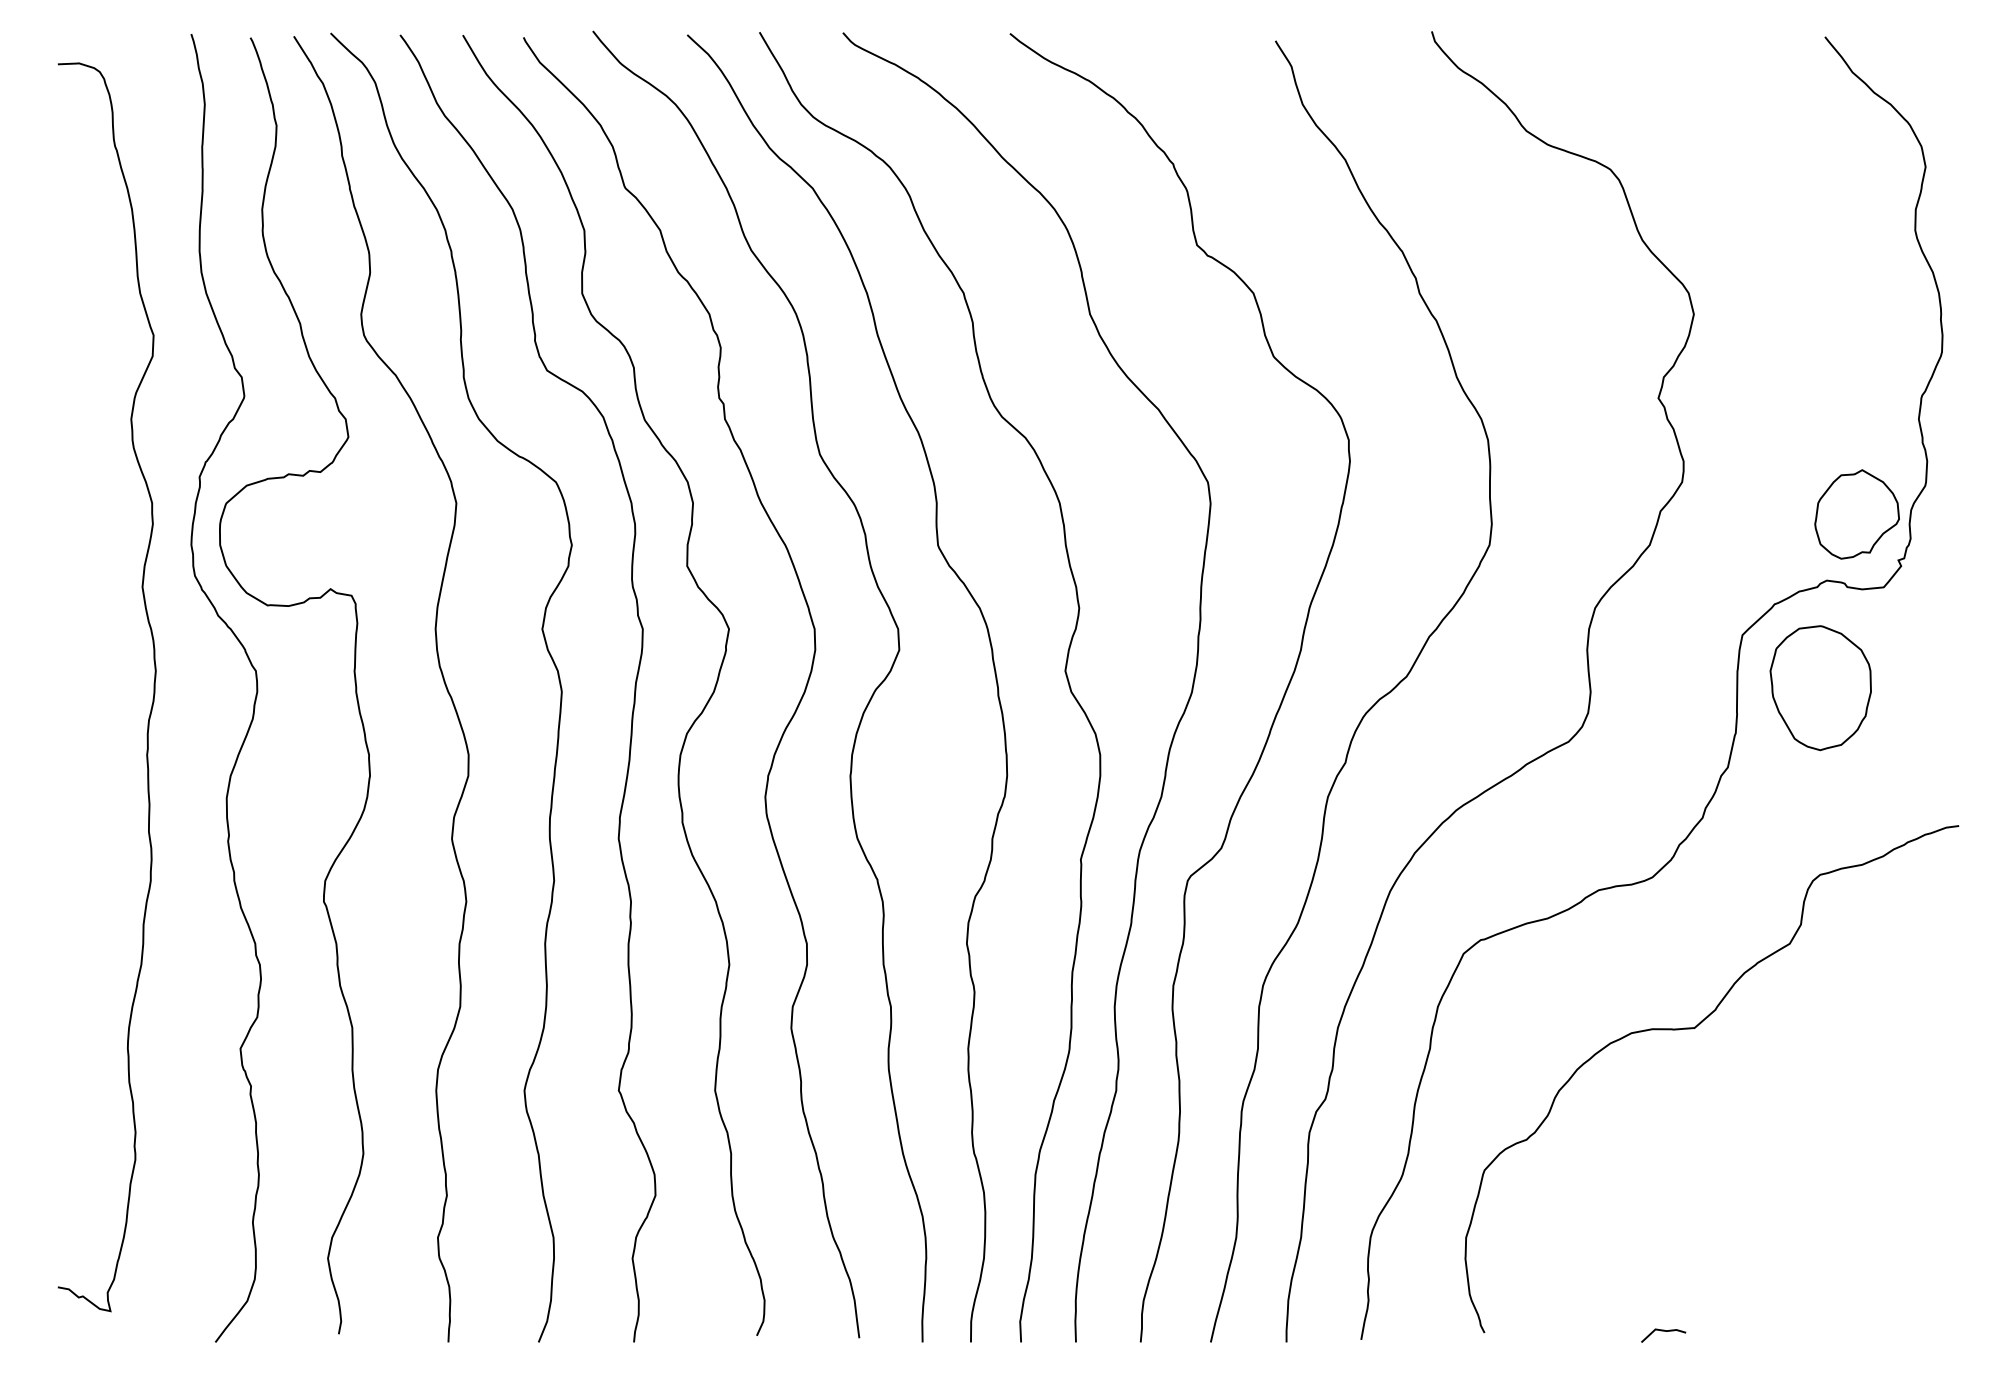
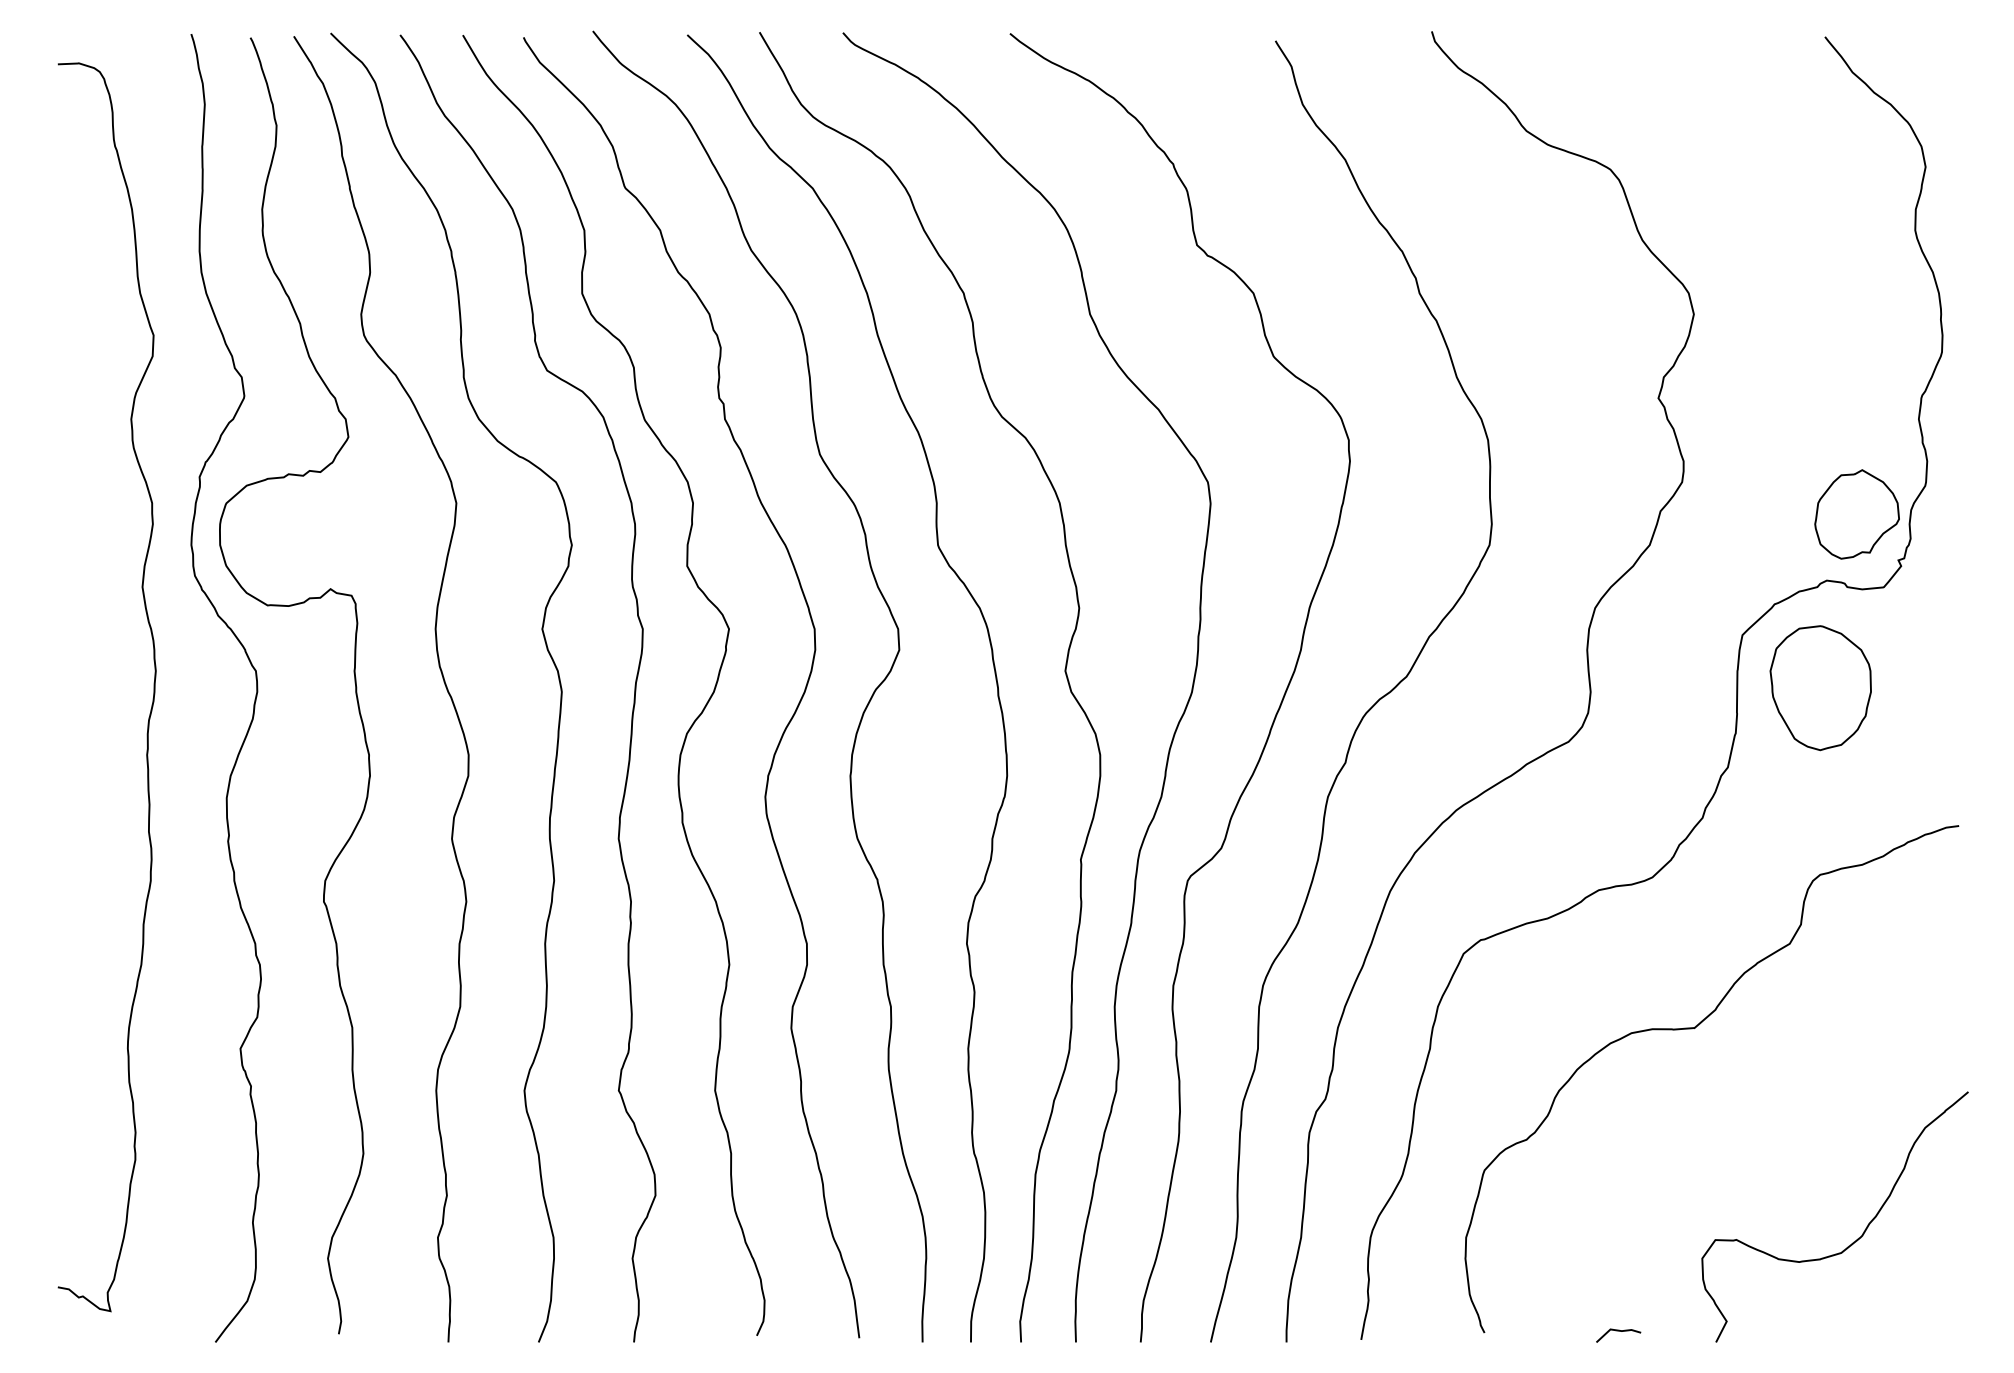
curve at (1853, 1241): none -> present
line at (1663, 1331) position: (1663, 1331) -> (1618, 1331)
